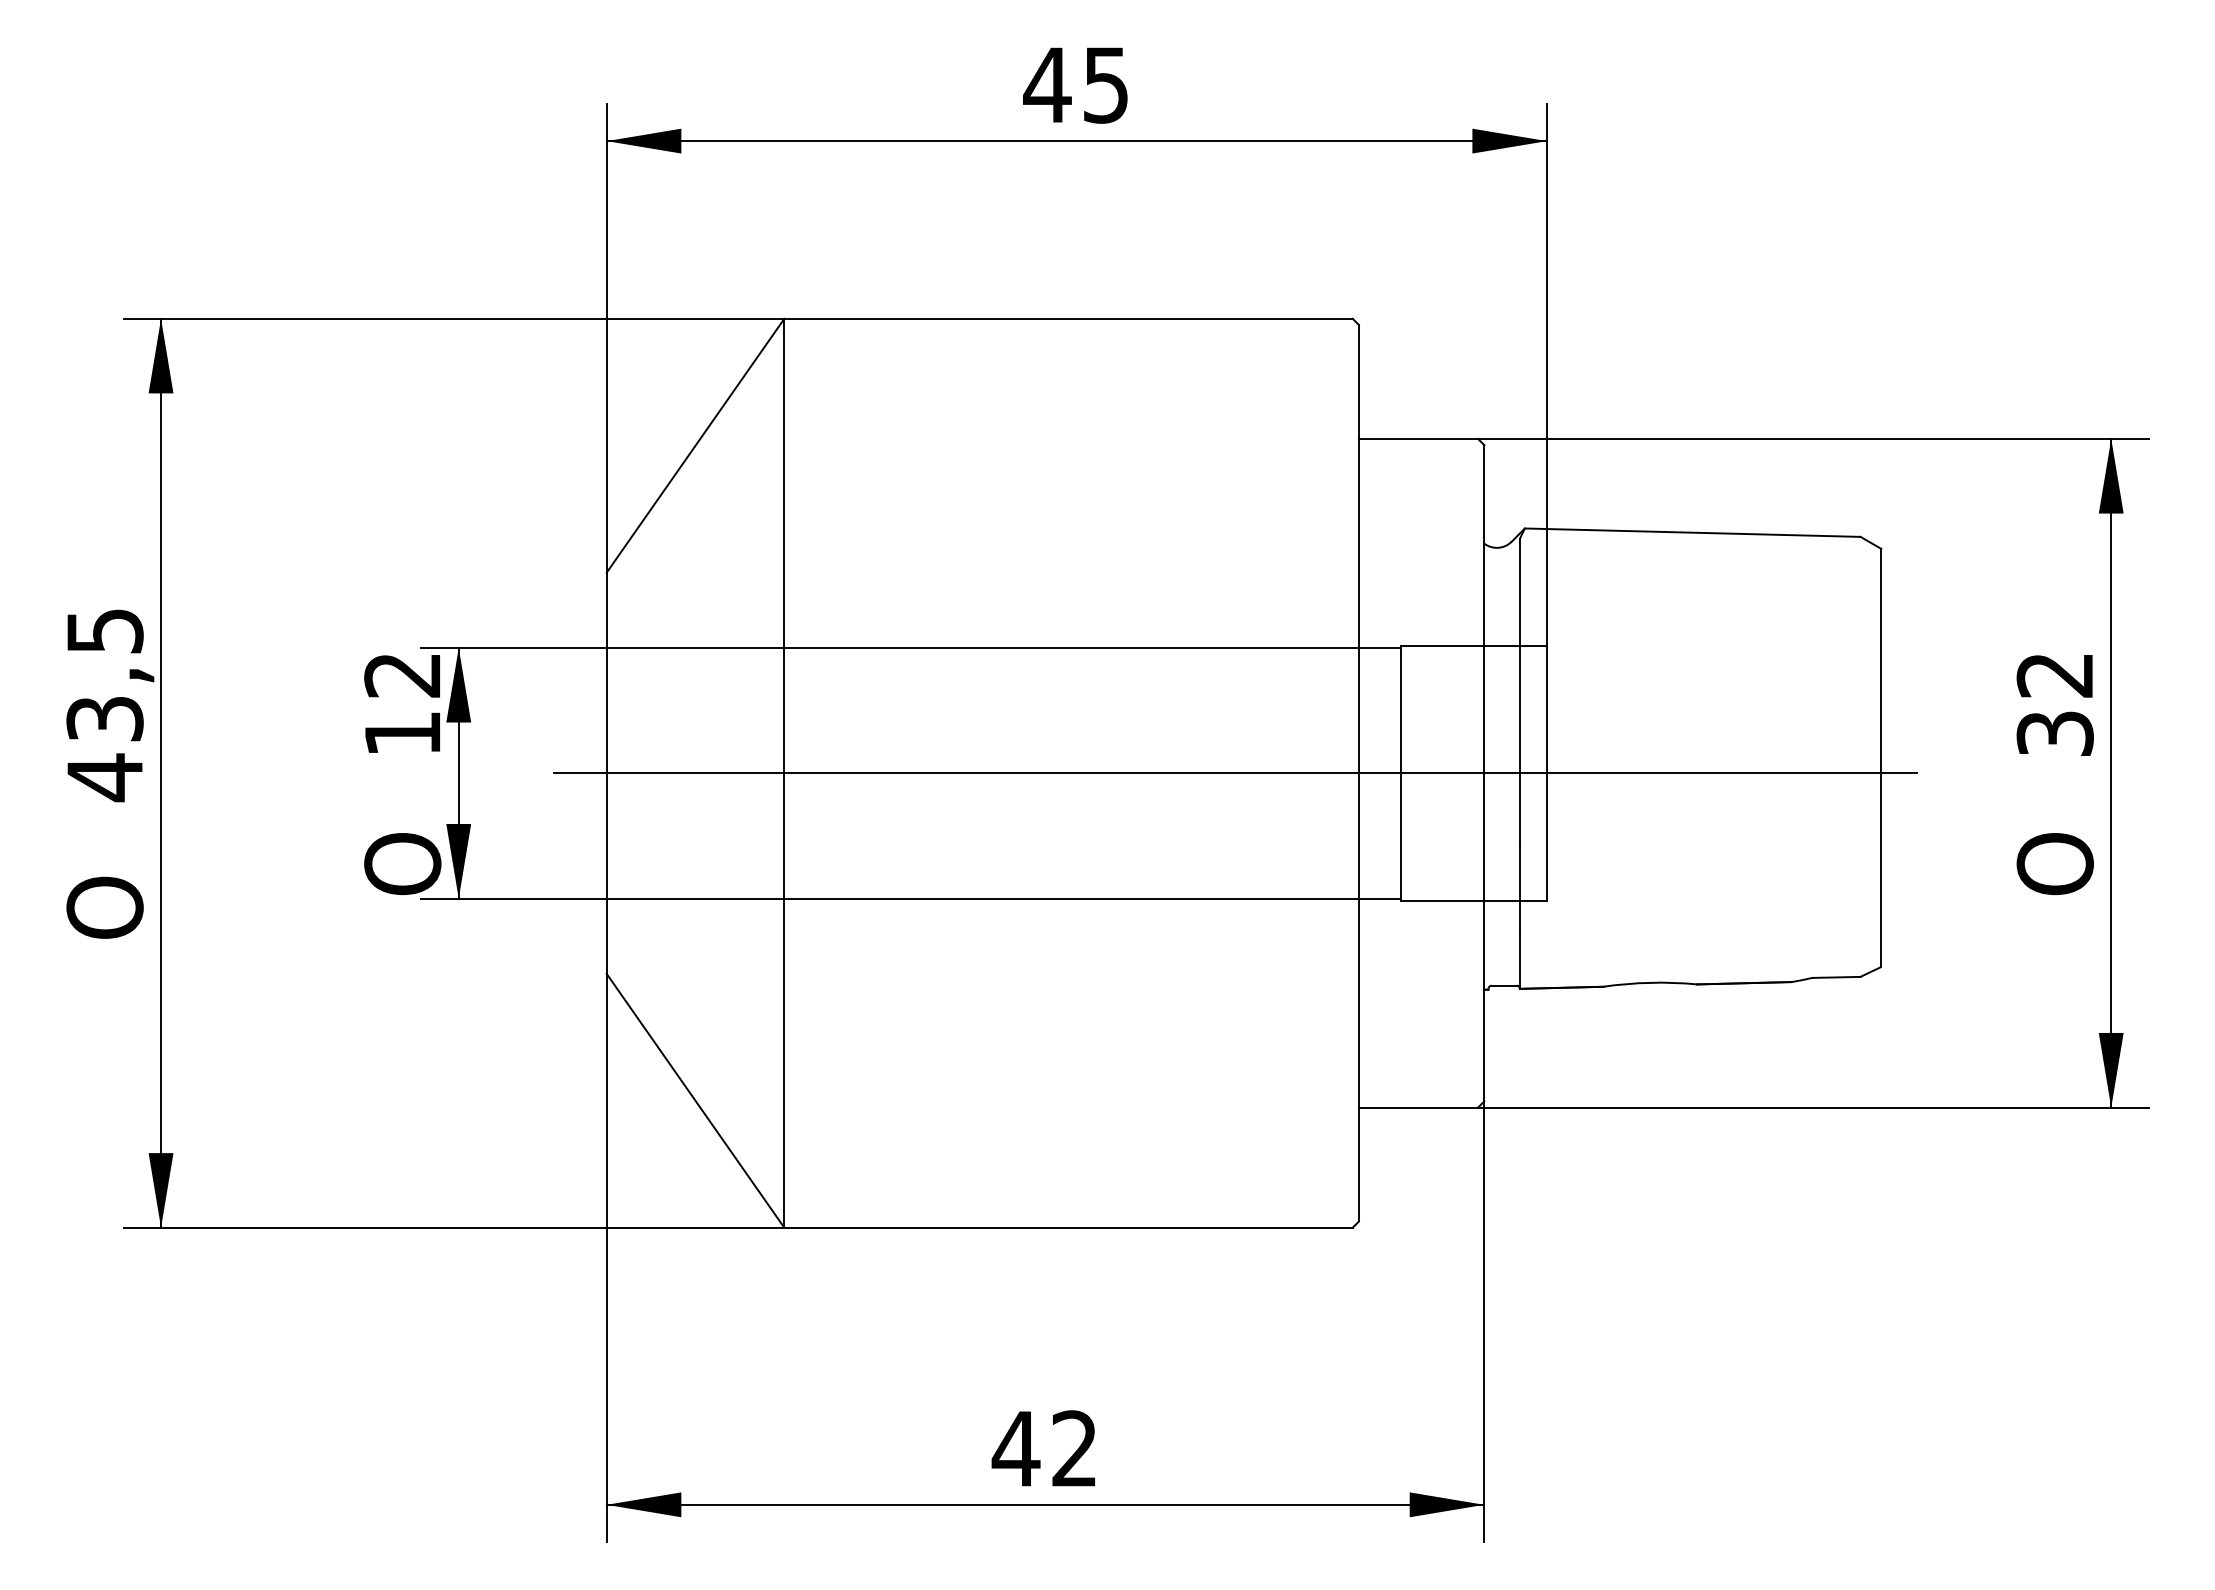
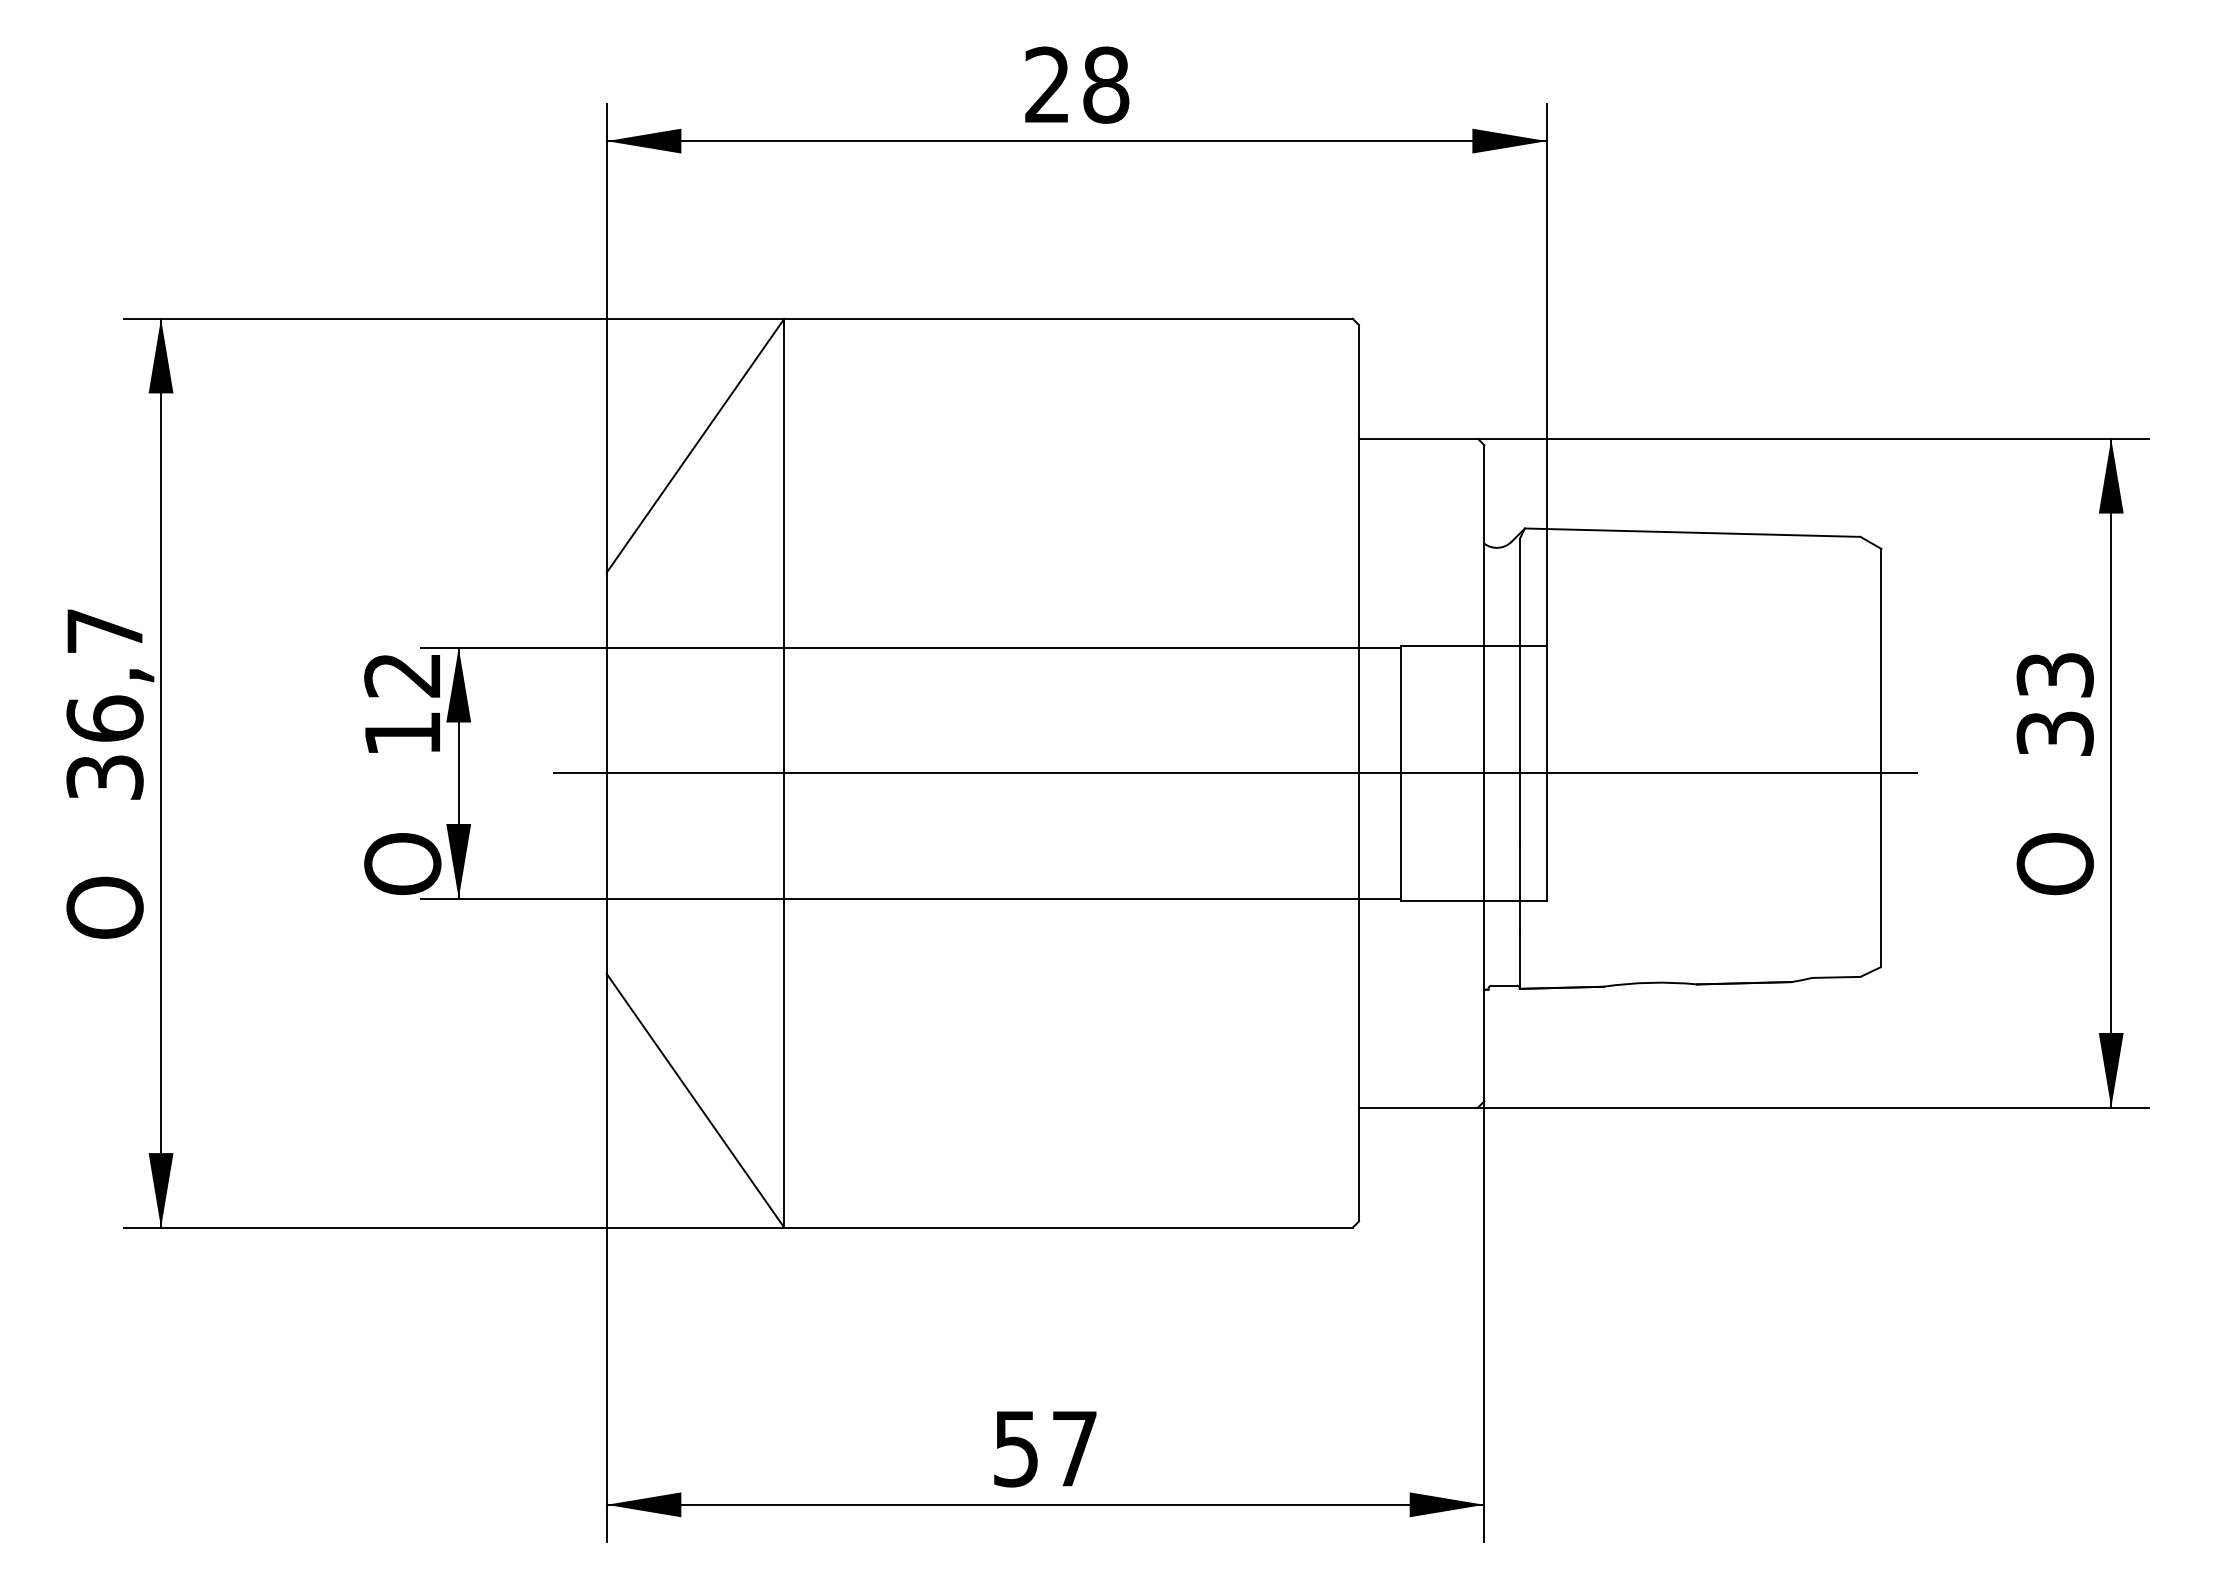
text at (1076, 84): 45 -> 28
text at (2054, 675): 32 -> 33
text at (104, 705): 43,5 -> 36,7
text at (1043, 1448): 42 -> 57
